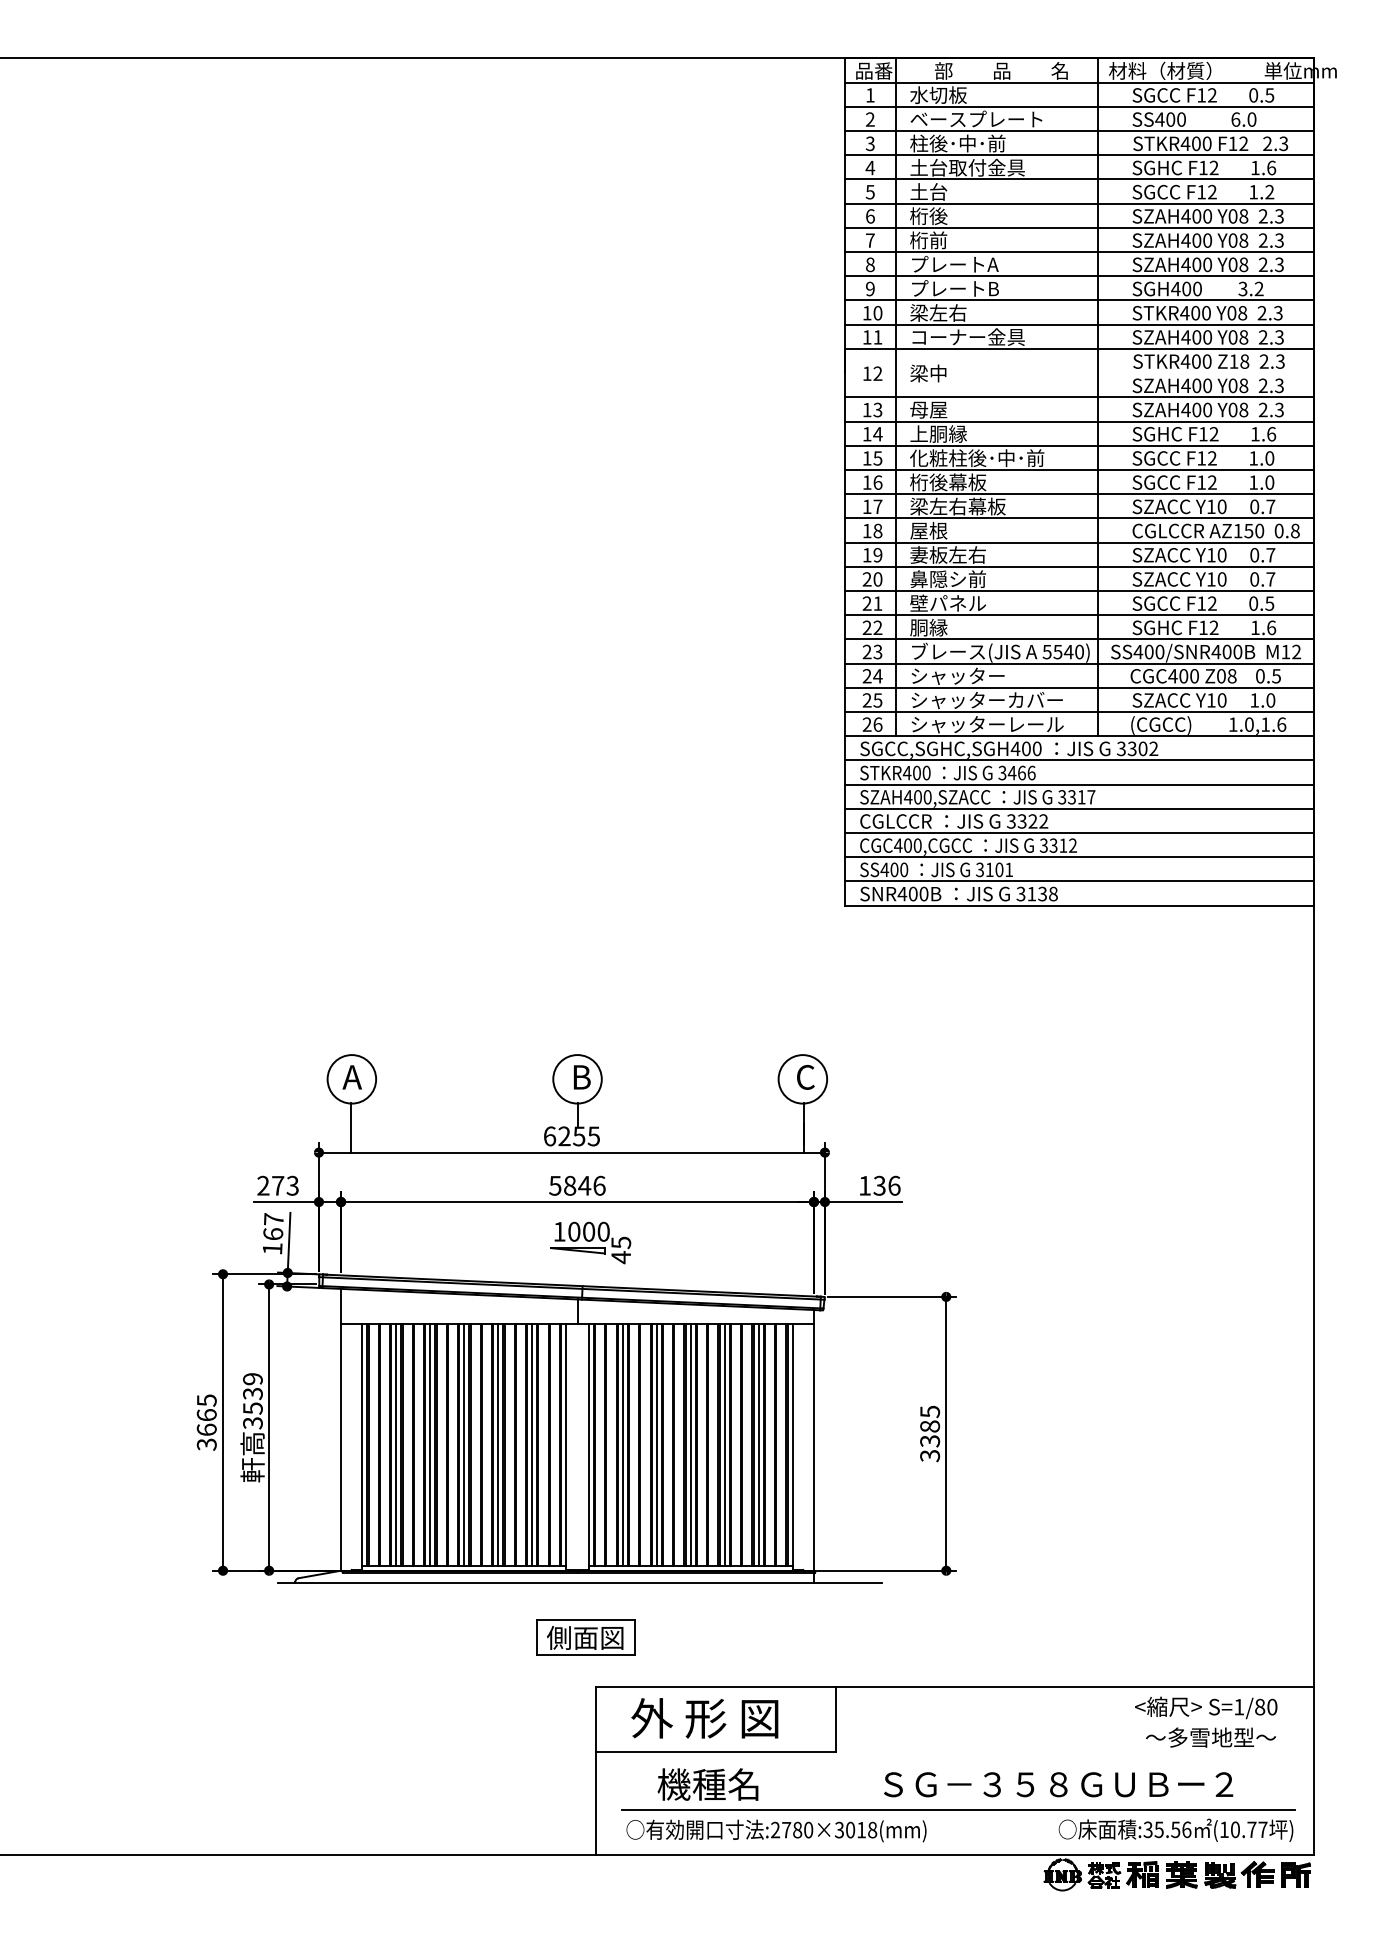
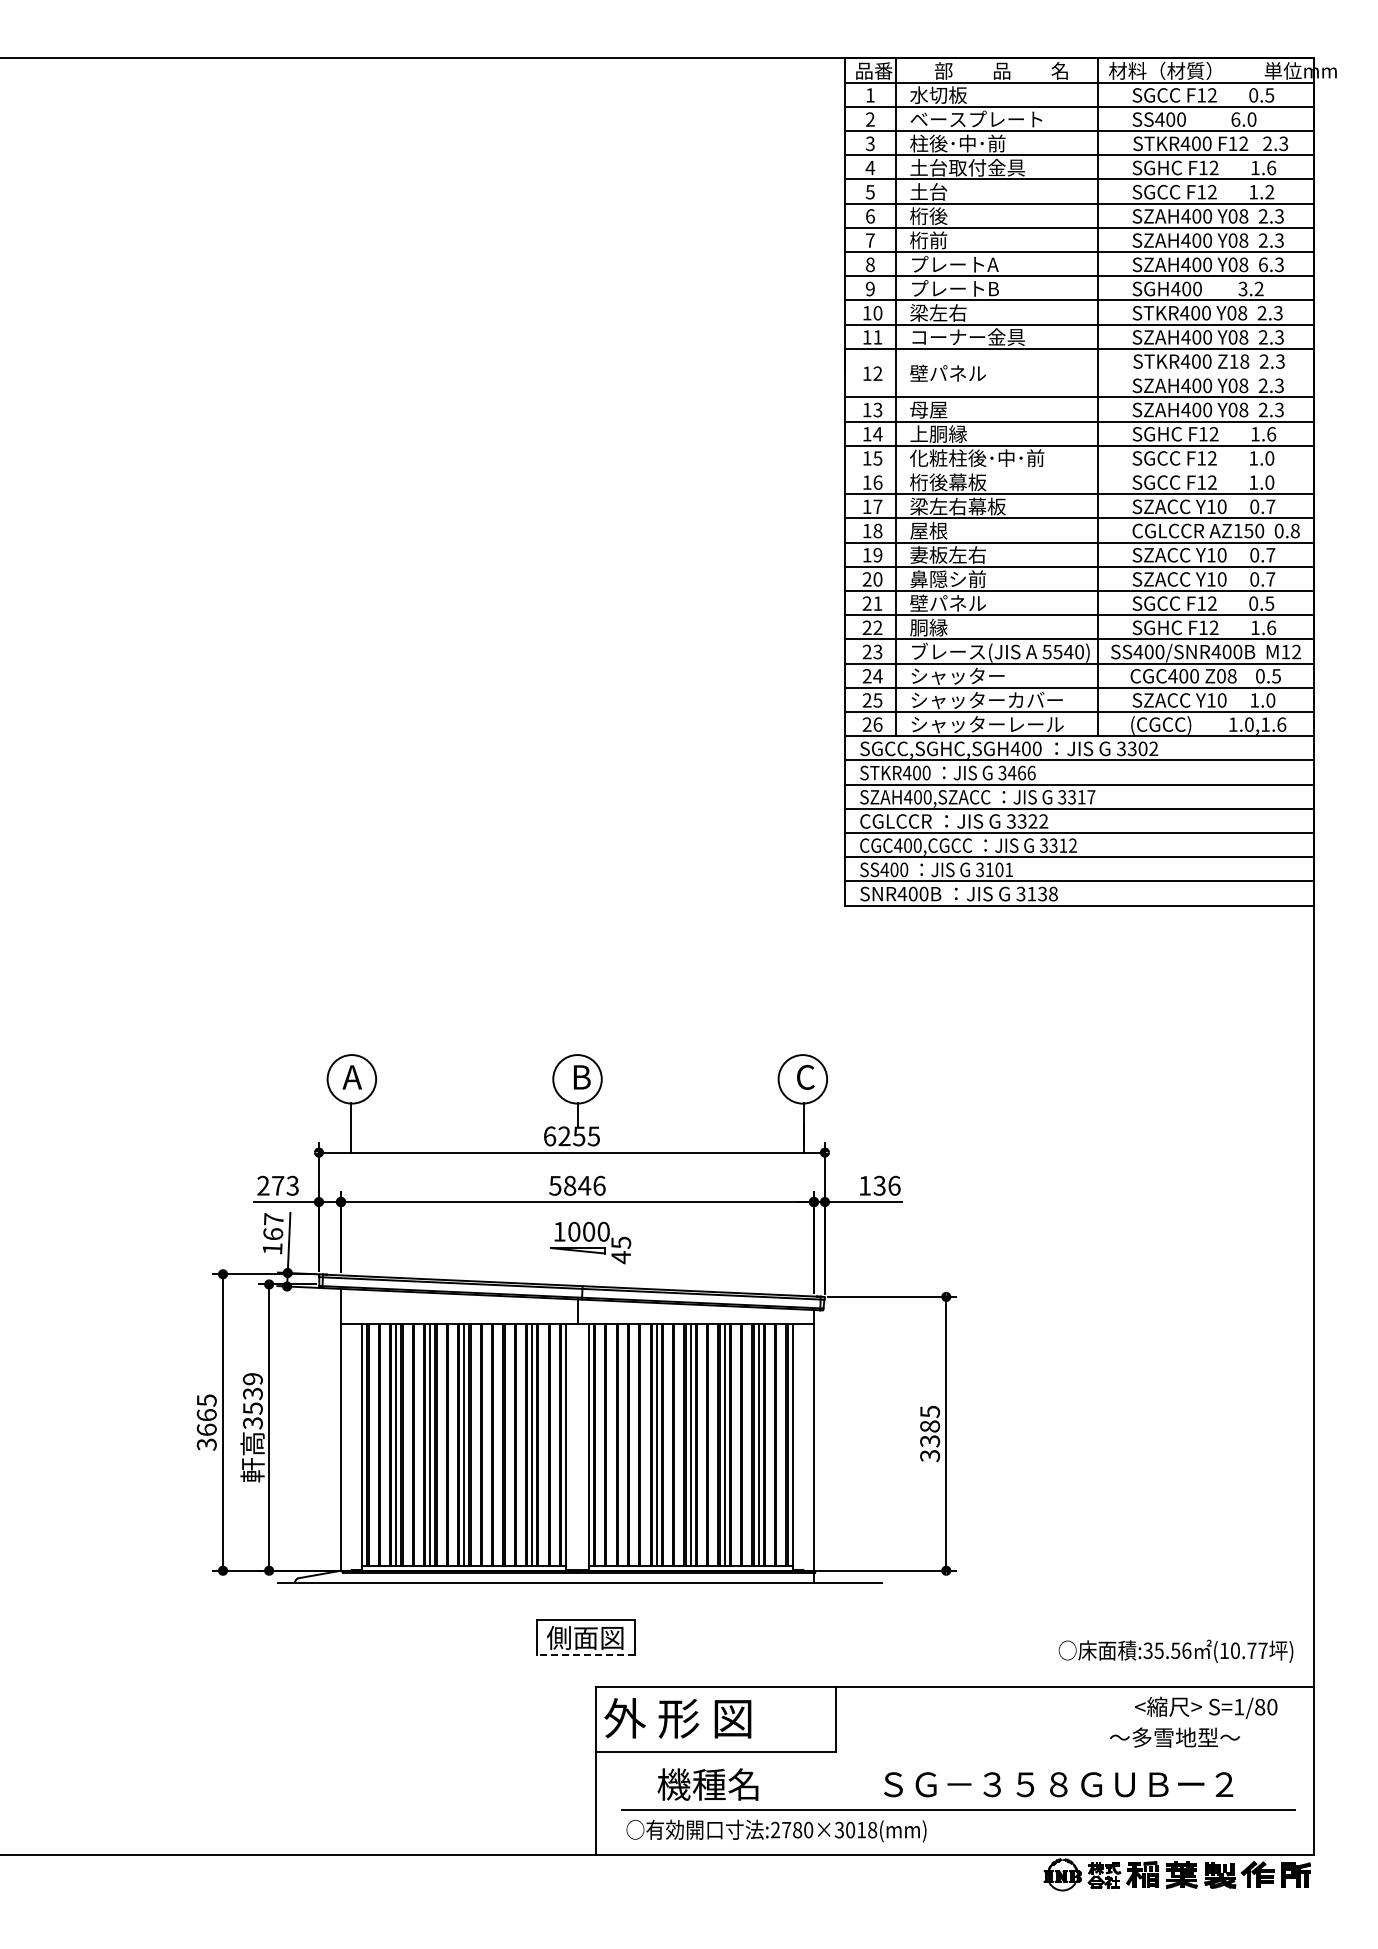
text at (1262, 264): 2.3 -> 6.3
text at (947, 373): 梁中 -> 壁パネル
line at (1079, 469): present -> none
line at (498, 1444): present -> none
line at (622, 1444): present -> none
line at (585, 1655): solid -> dashed
text at (704, 1718) position: (704, 1718) -> (677, 1718)
text at (1210, 1737) position: (1210, 1737) -> (1174, 1737)
text at (1175, 1829) position: (1175, 1829) -> (1175, 1650)
